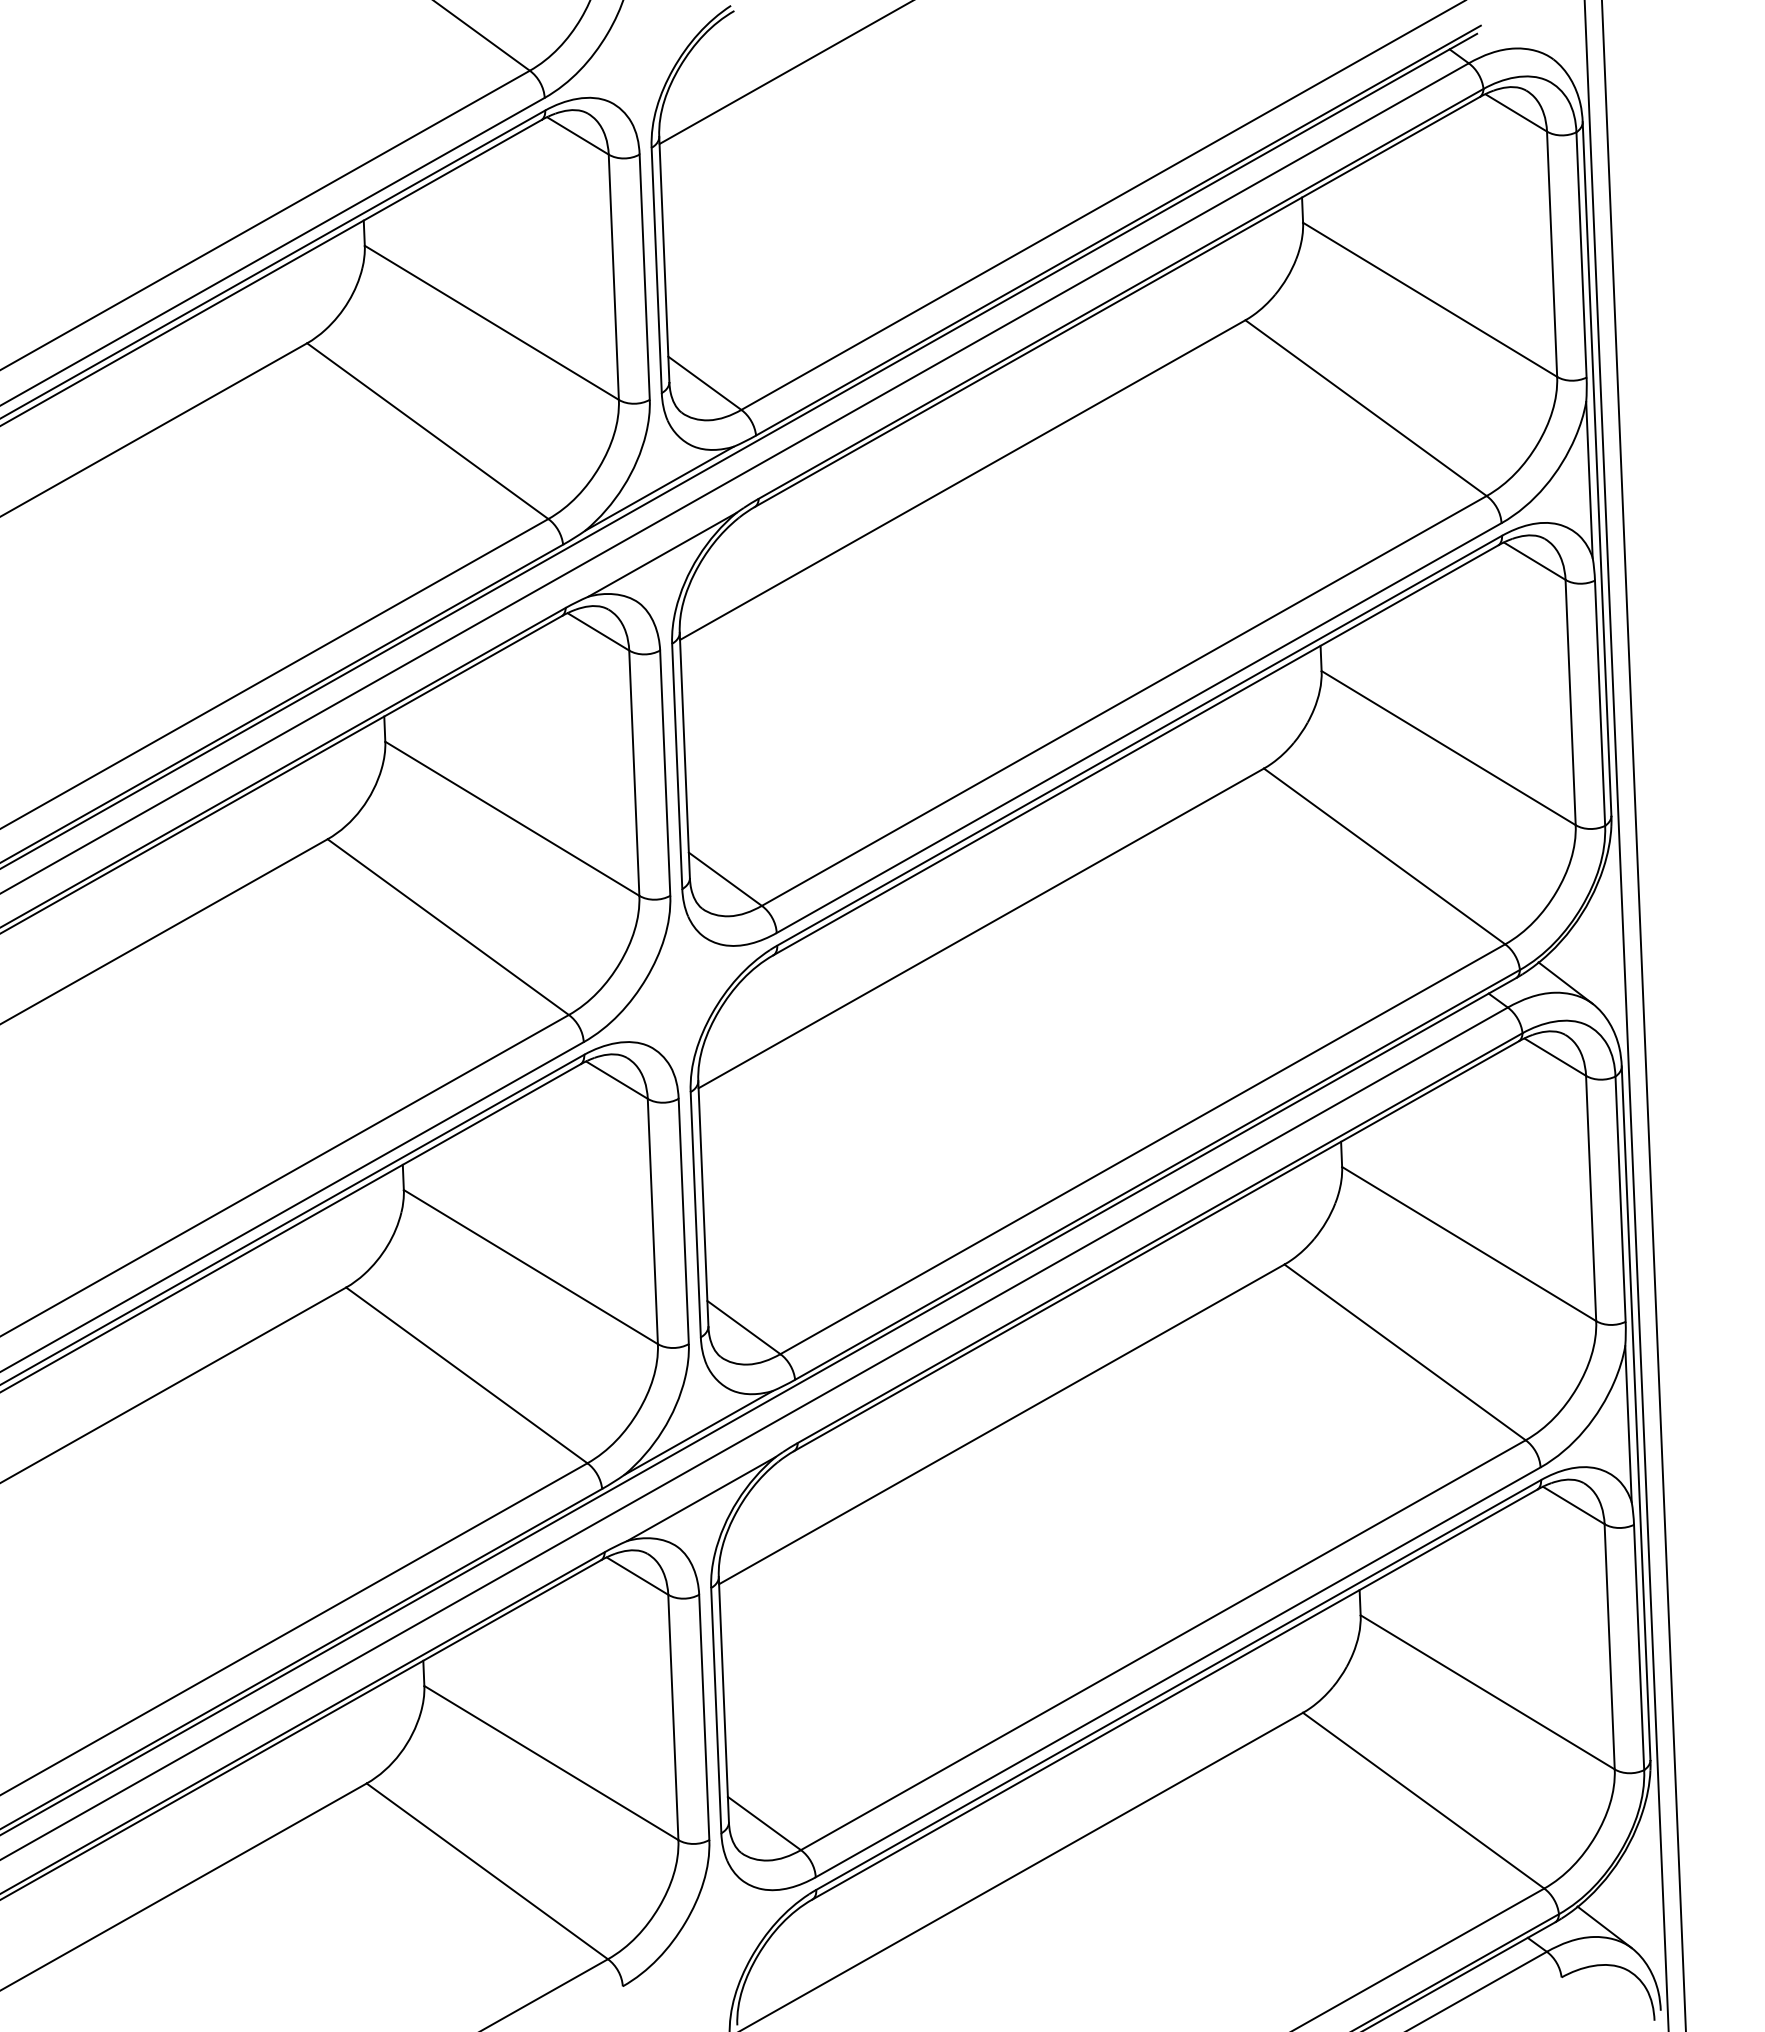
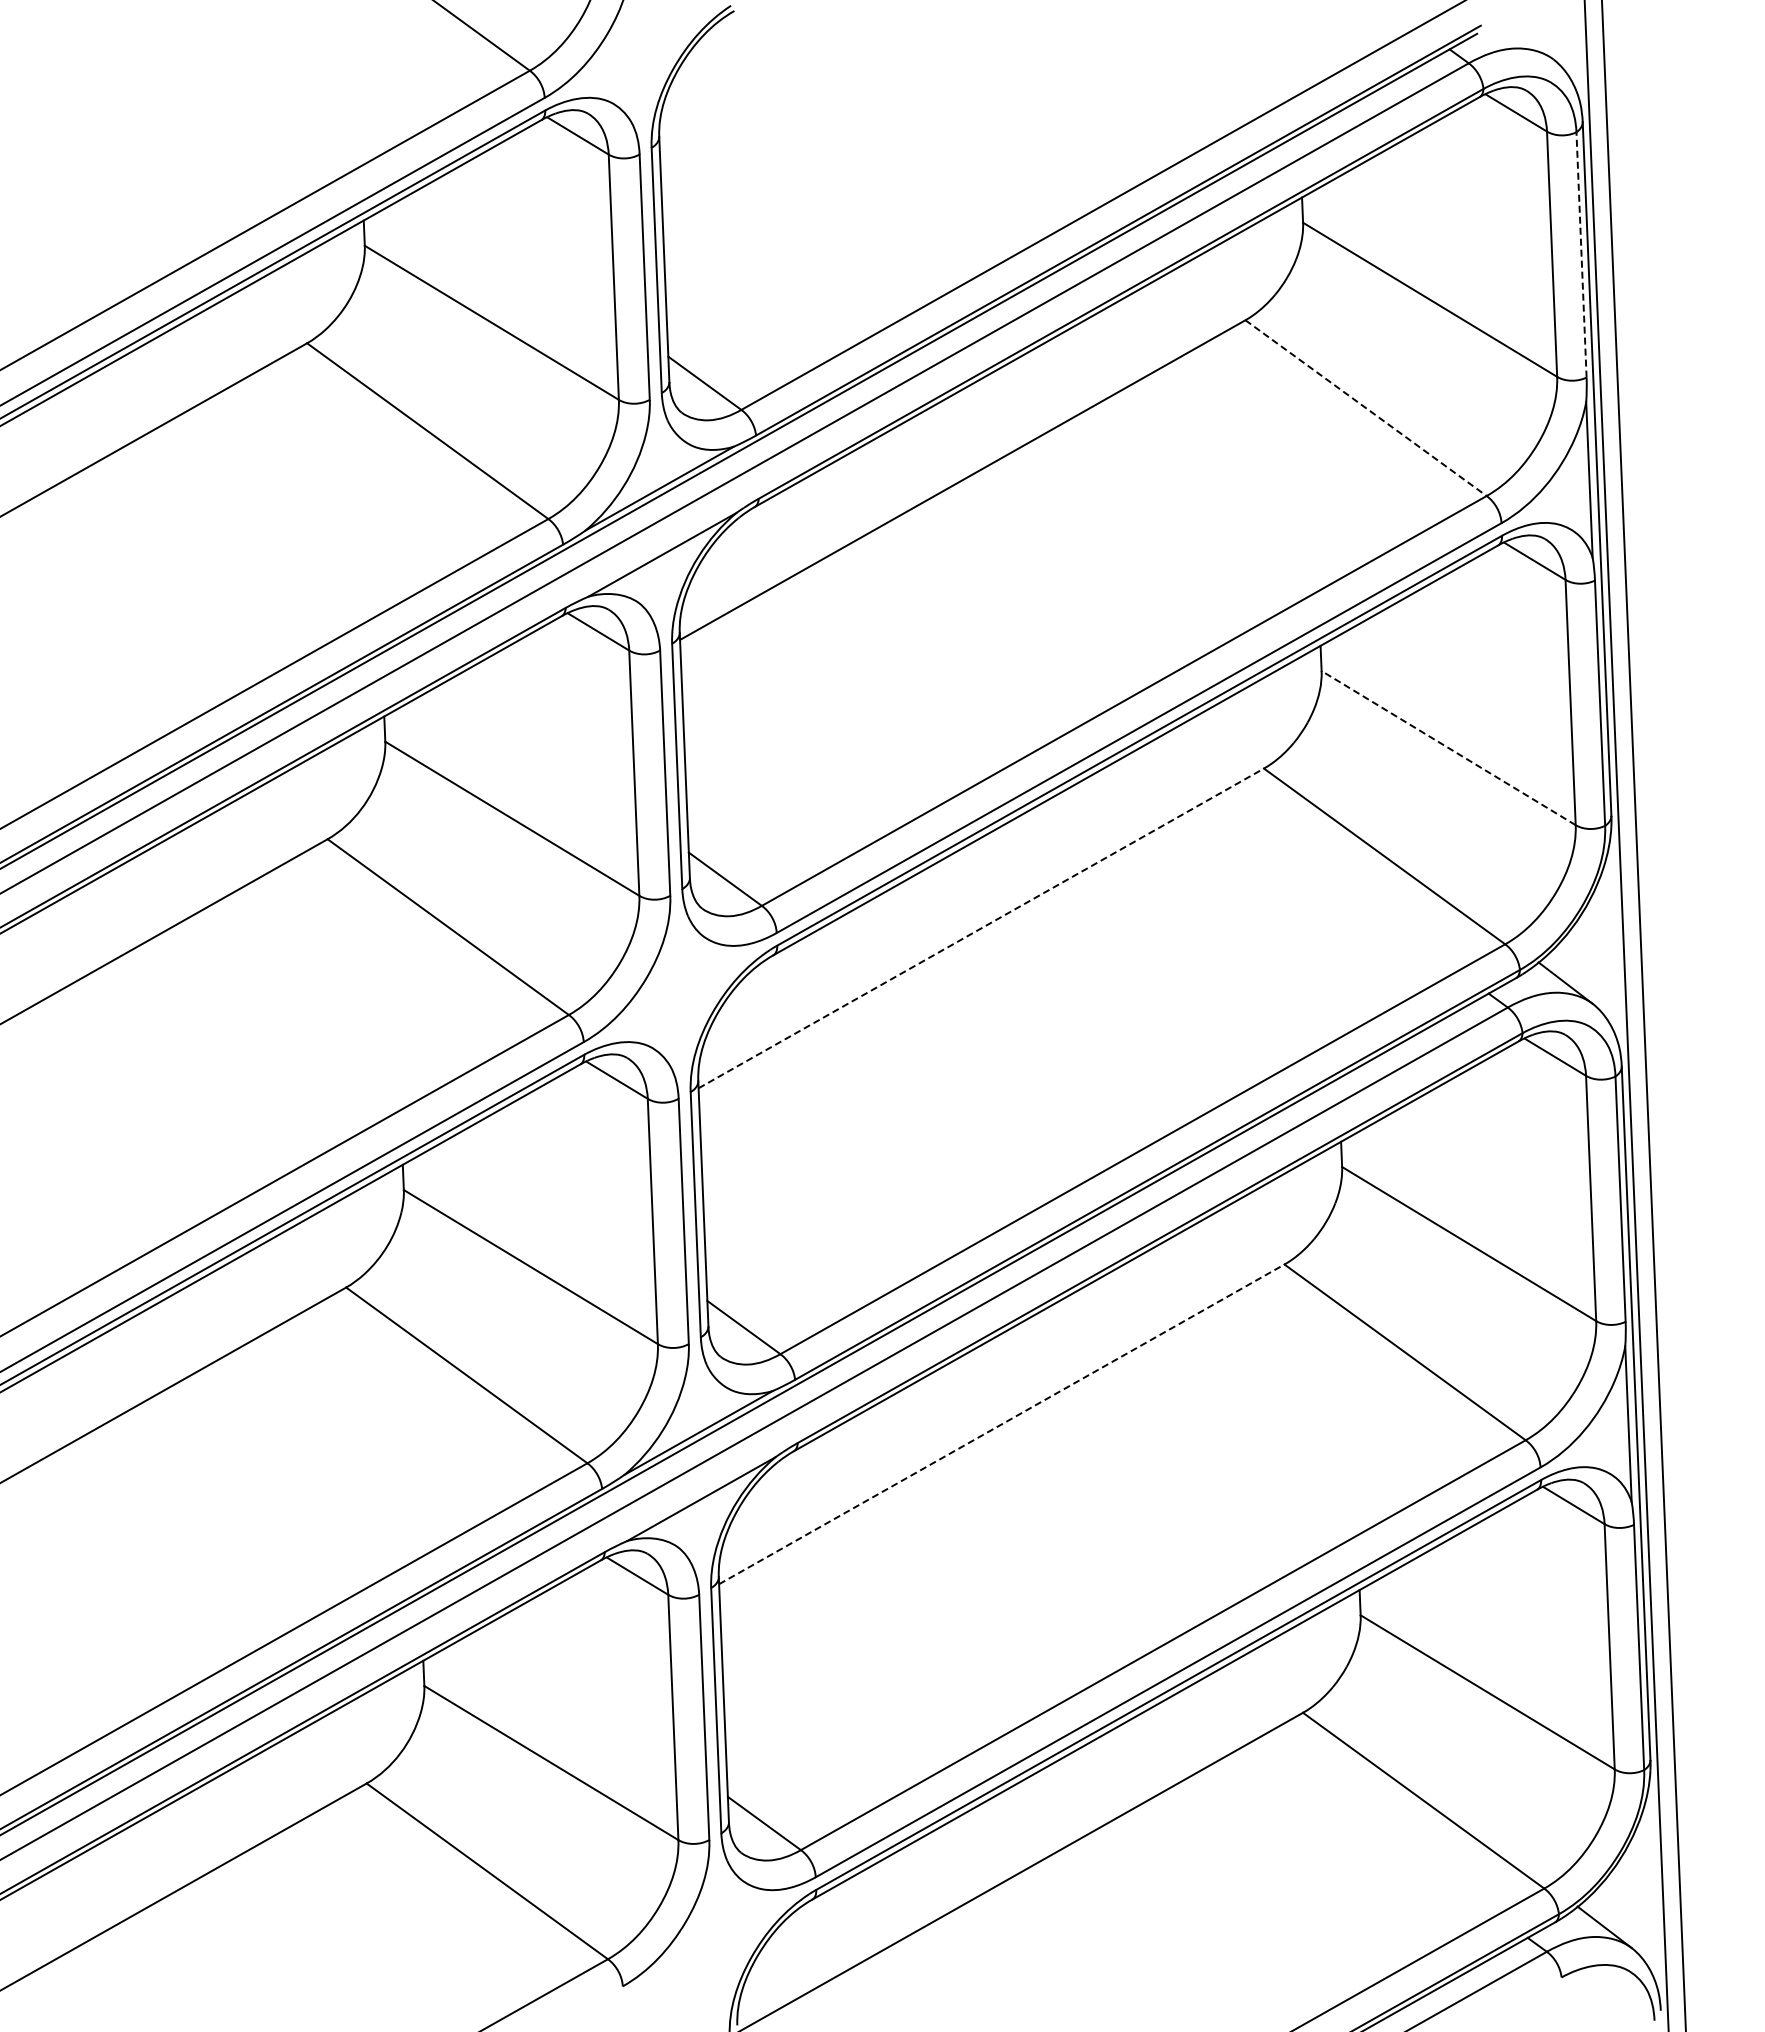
line at (784, 73): present -> none
line at (1581, 254): solid -> dashed
line at (1366, 408): solid -> dashed
line at (1448, 748): solid -> dashed
line at (981, 928): solid -> dashed
line at (1001, 1424): solid -> dashed
